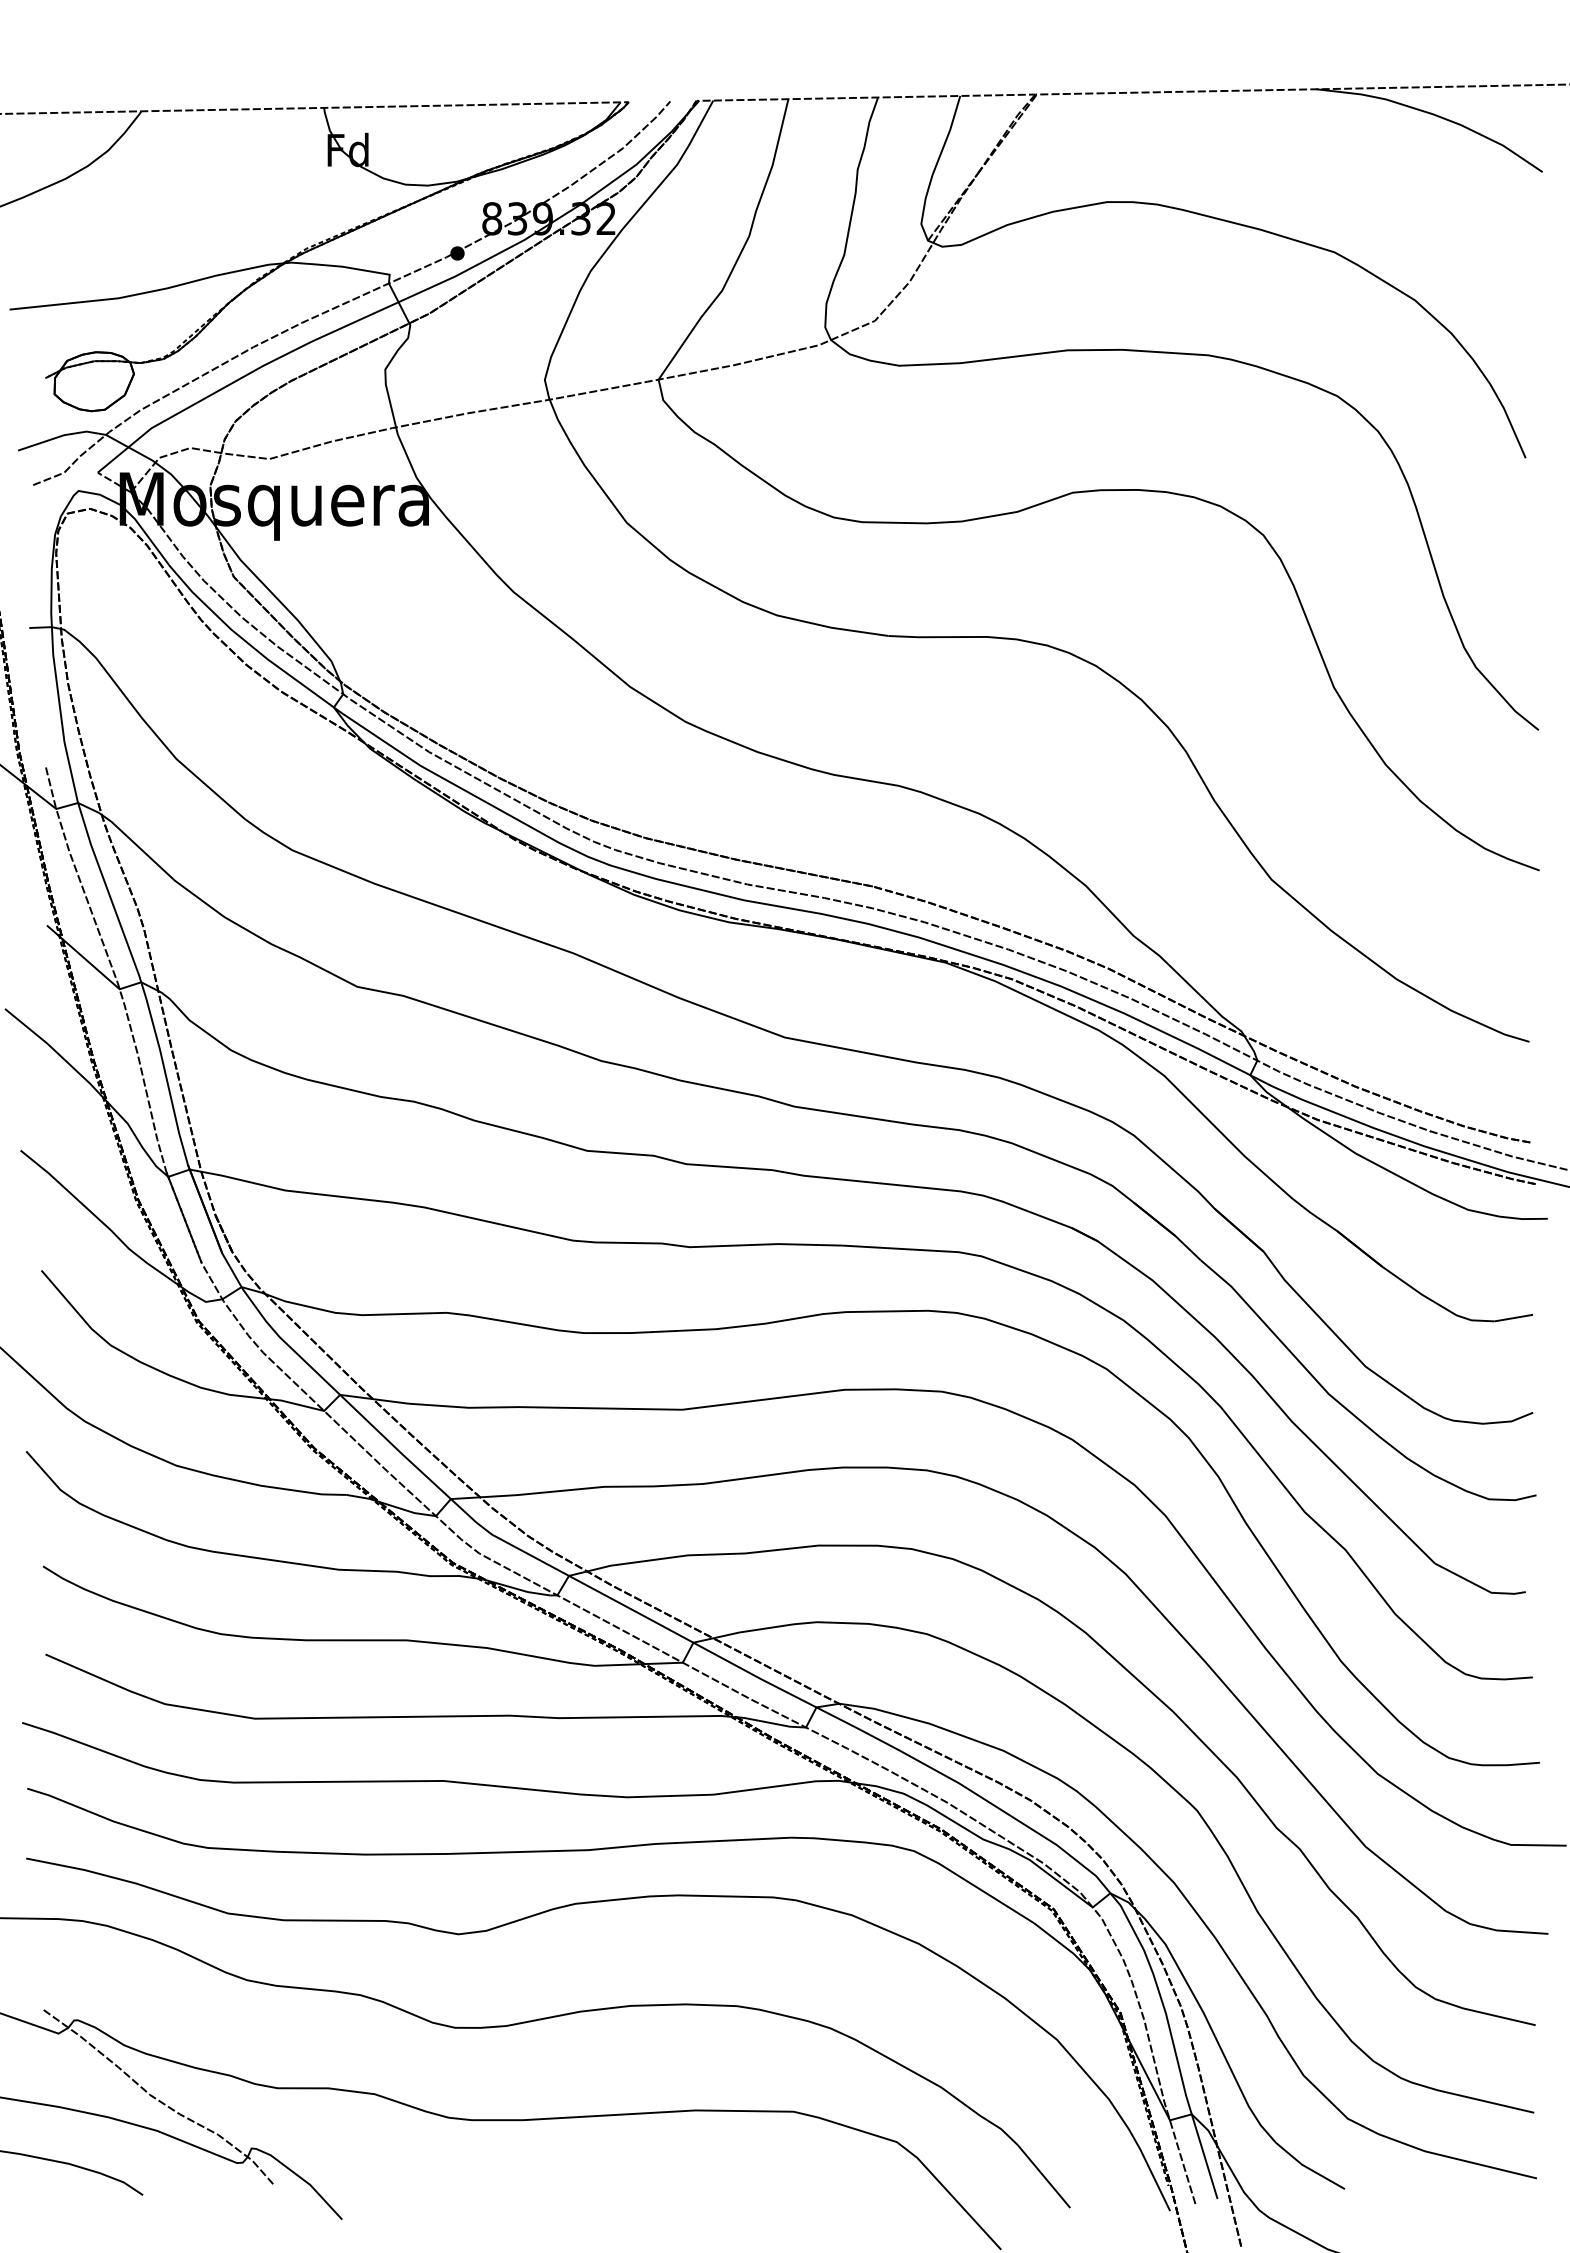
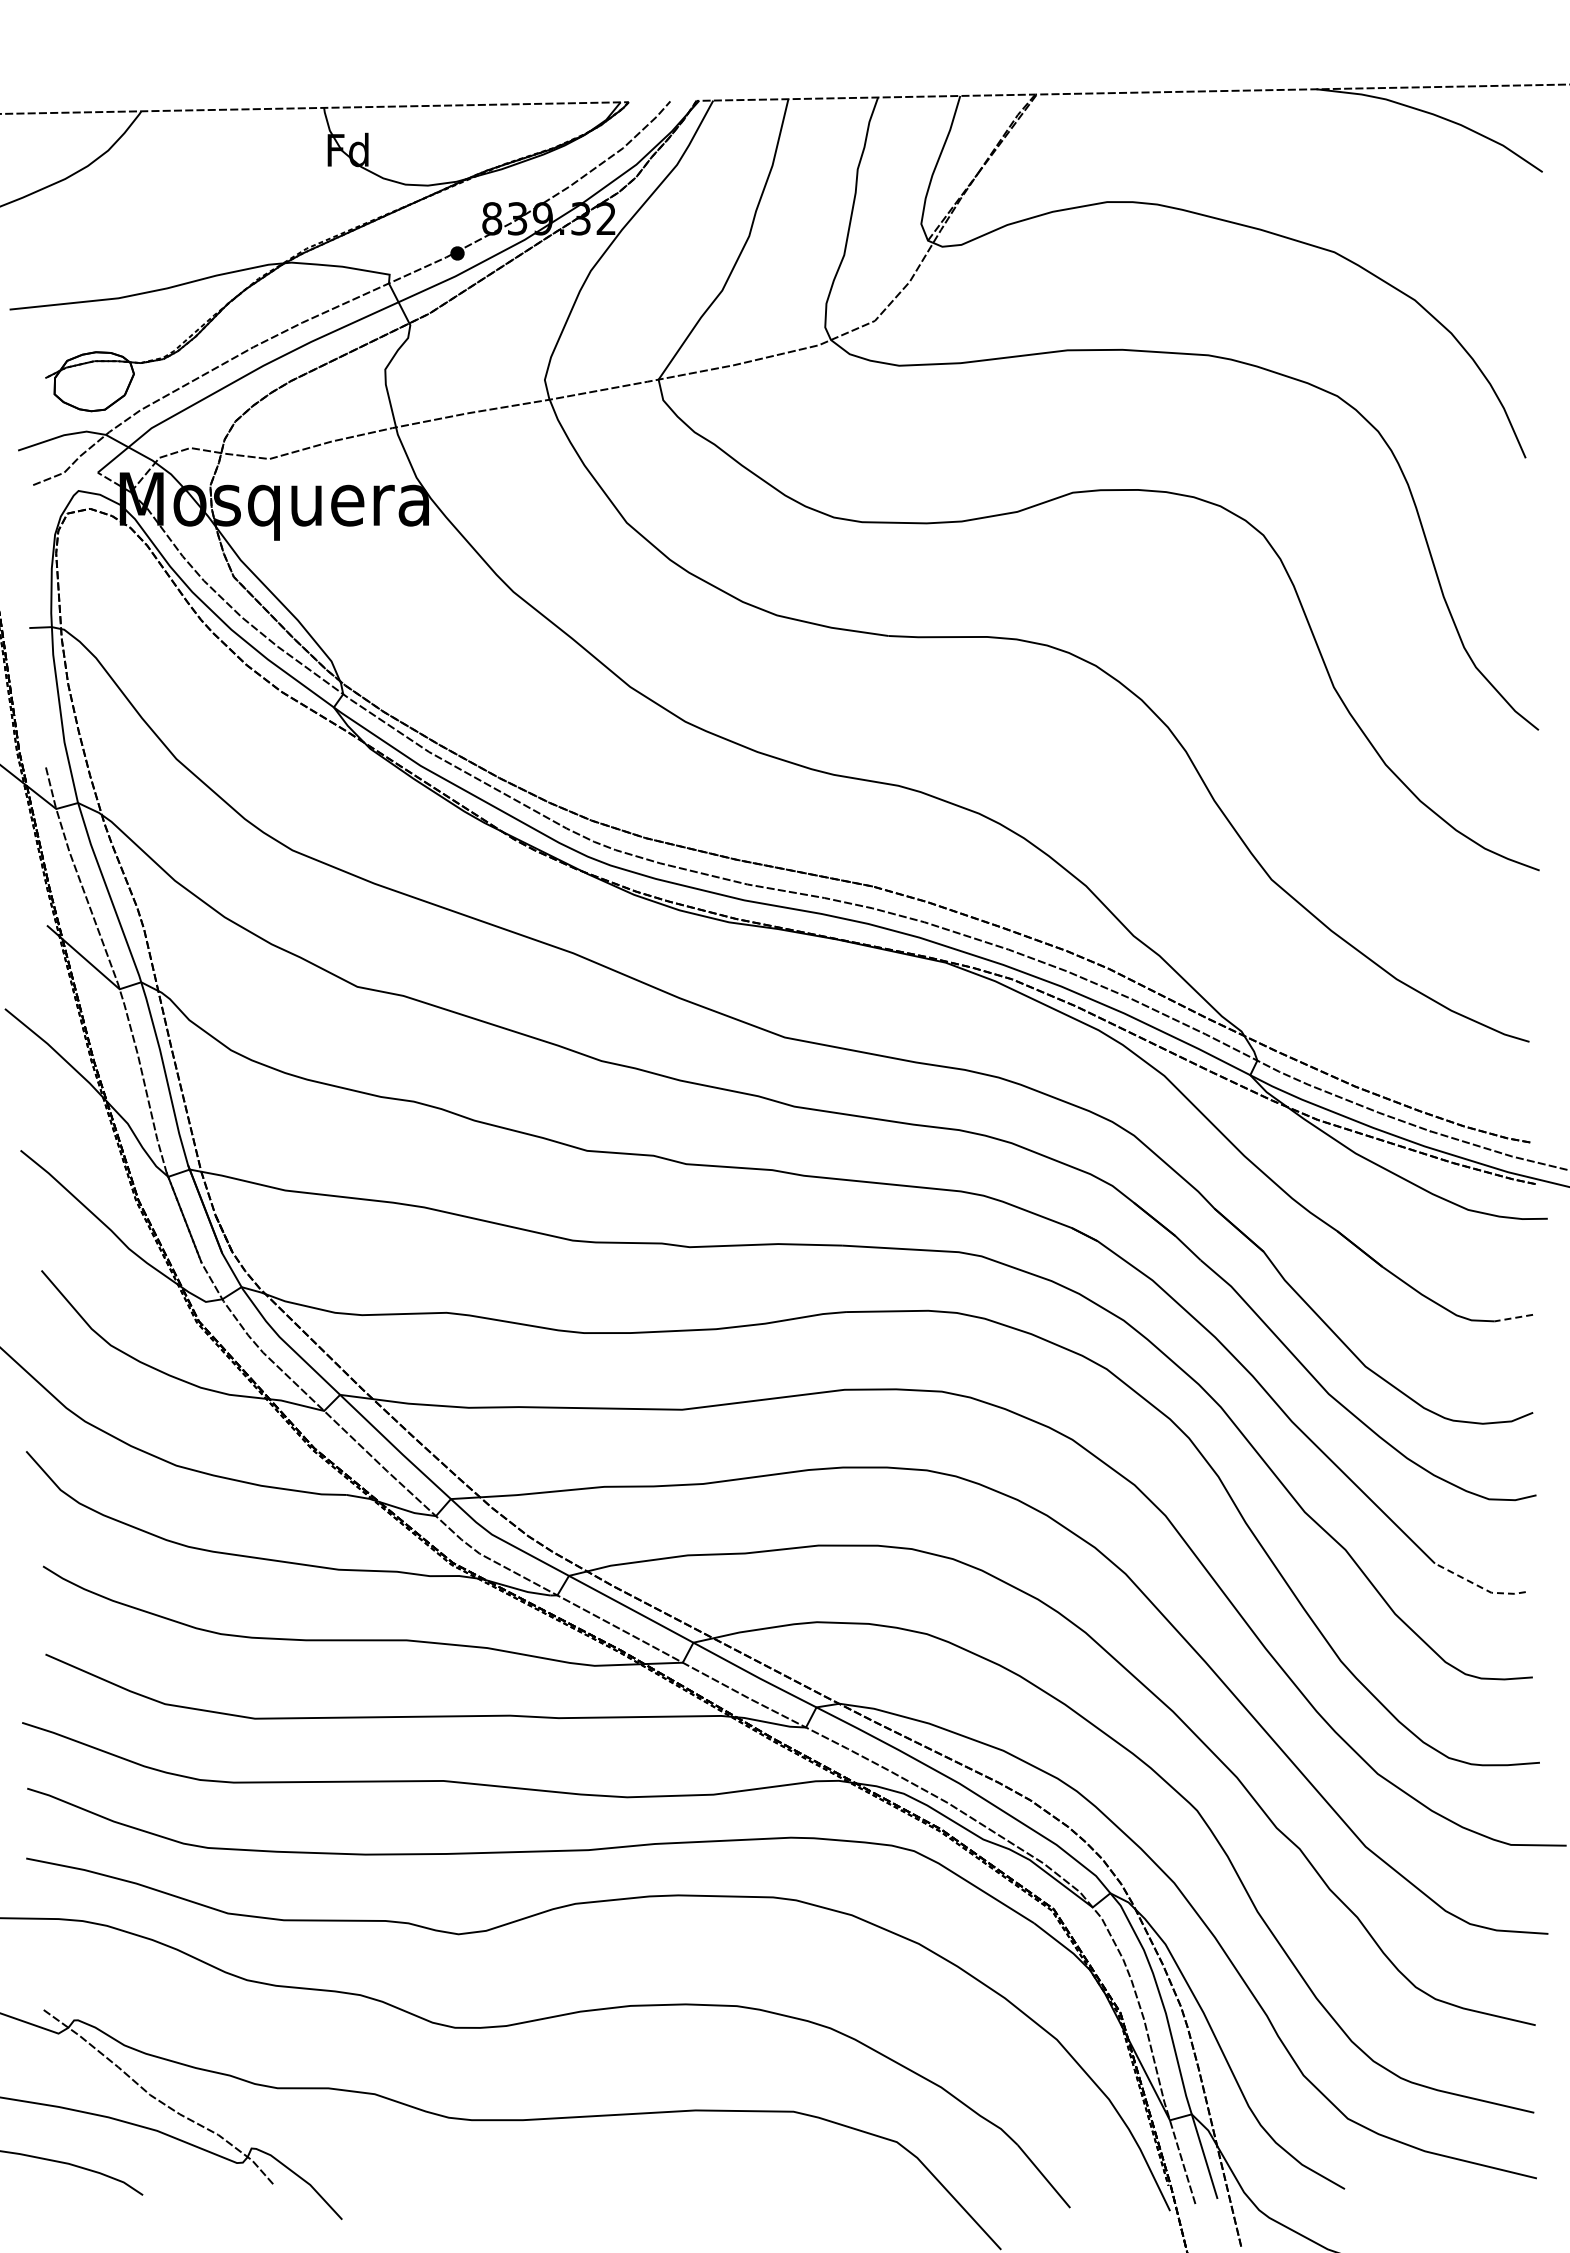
line at (1513, 1318): solid -> dashed
line at (1479, 1586): solid -> dashed
